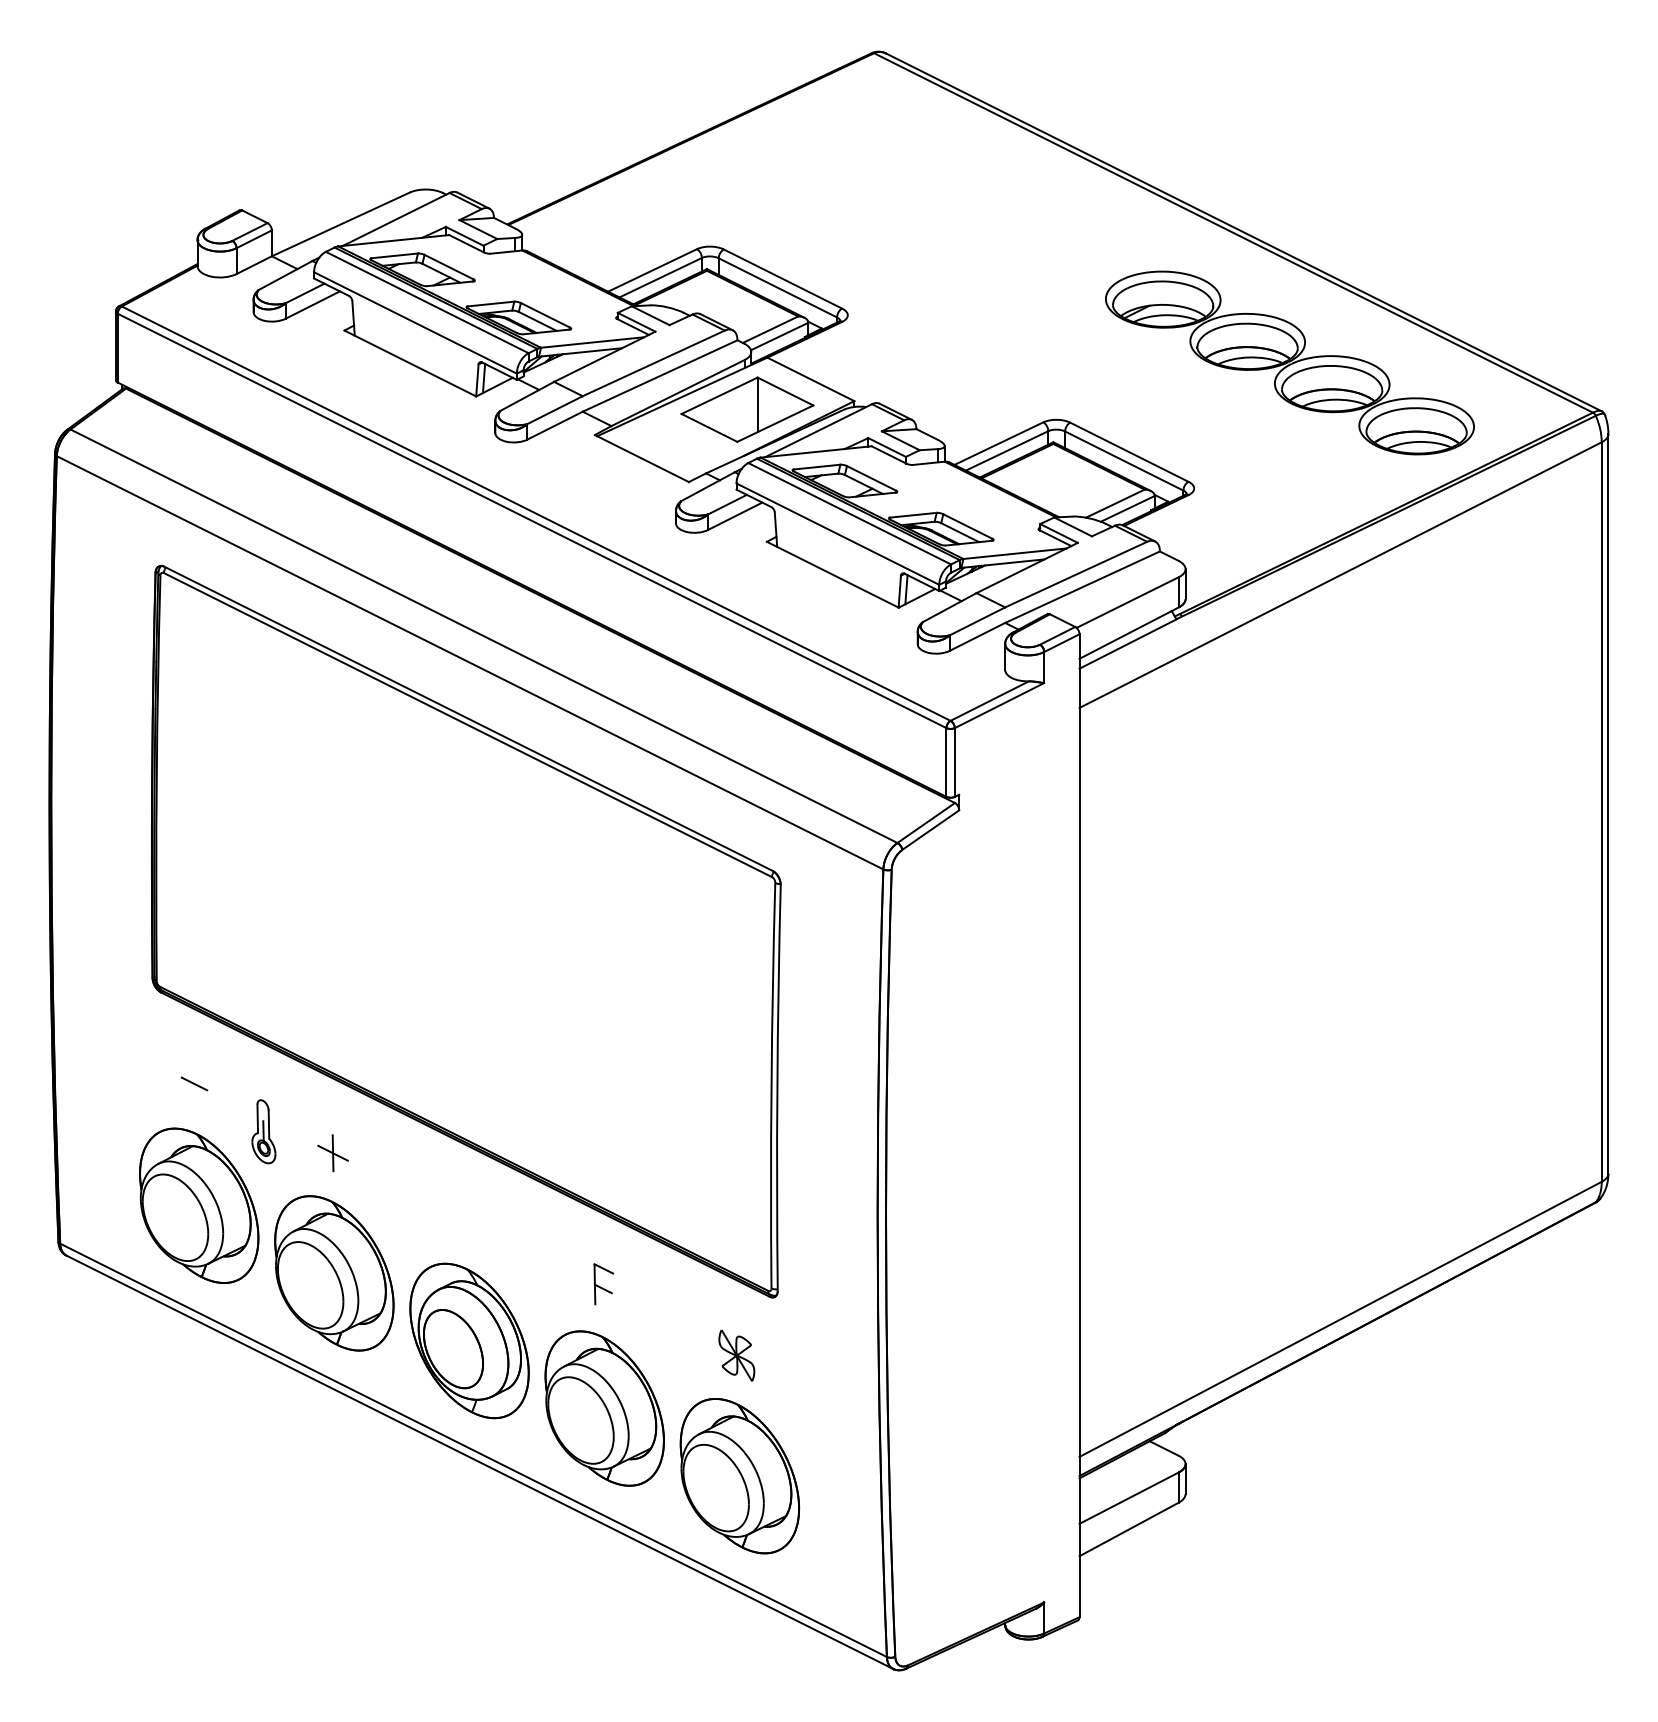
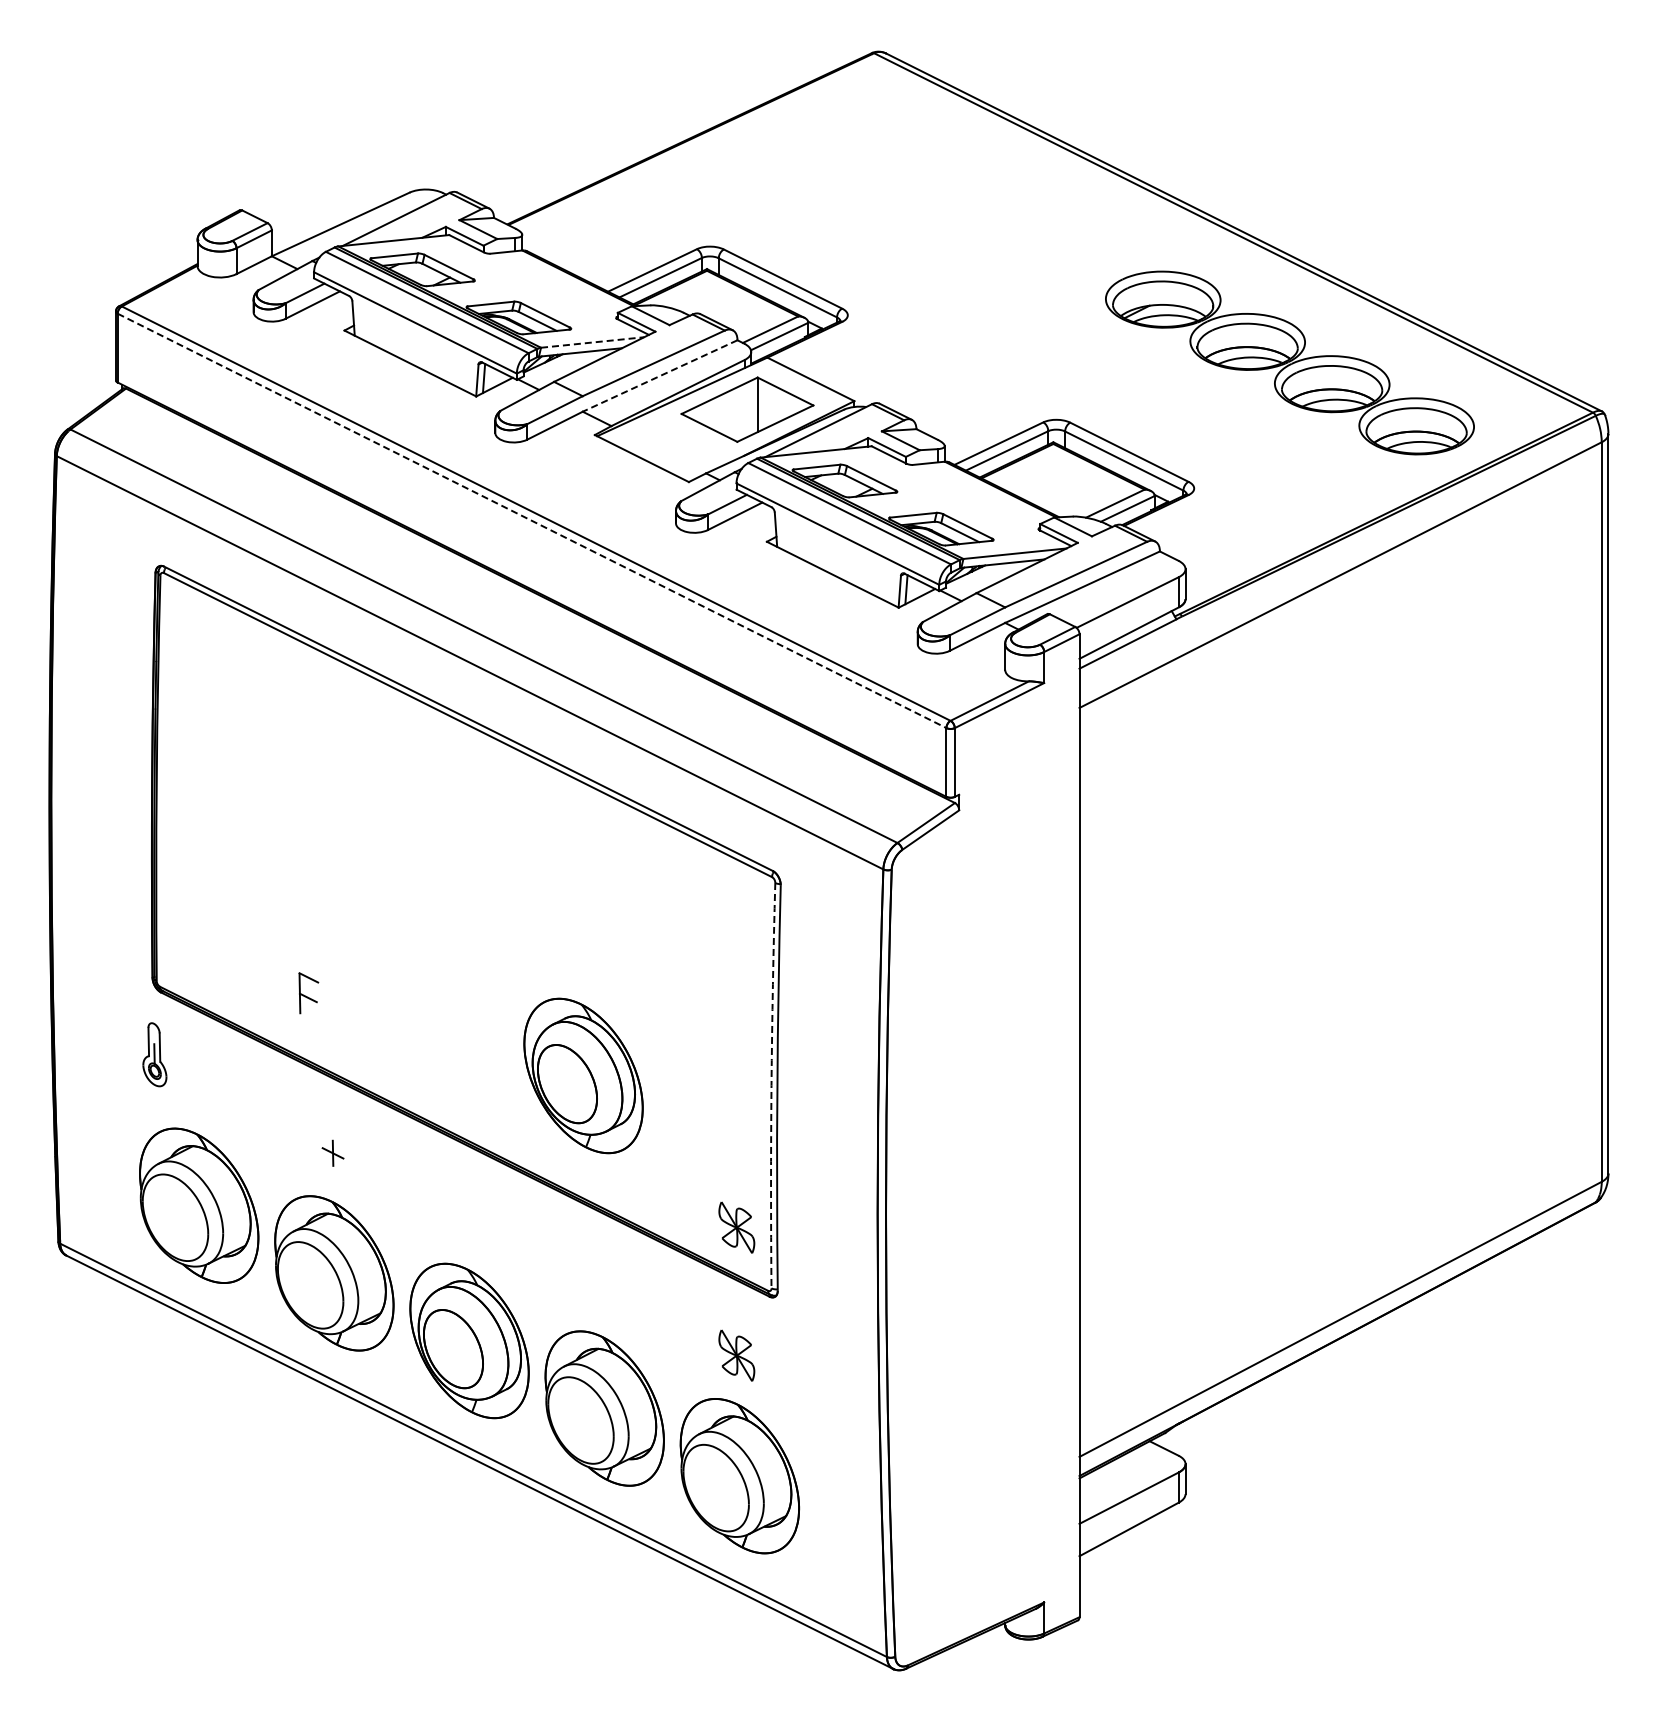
line at (592, 342): solid -> dashed
line at (659, 376): solid -> dashed
line at (532, 521): solid -> dashed
part at (583, 1075): none -> present
line at (194, 1083): present -> none
arc at (771, 1085): solid -> dashed
part at (263, 1131) position: (263, 1131) -> (154, 1054)
part at (332, 1153) size: 32x39 px -> 24x28 px
part at (736, 1227): none -> present
part at (603, 1284) position: (603, 1284) -> (308, 993)
